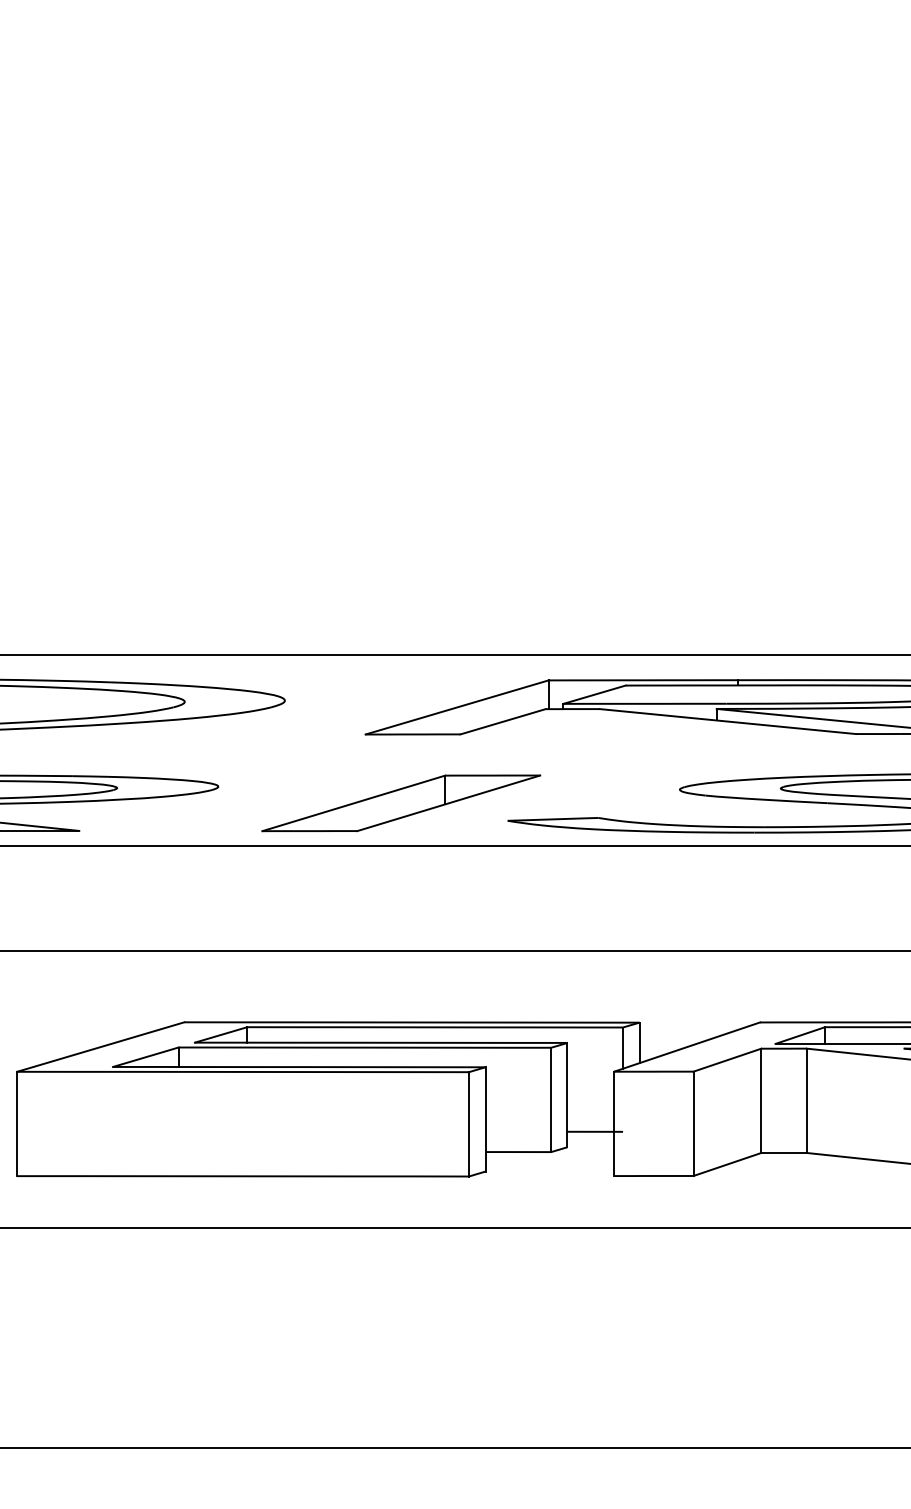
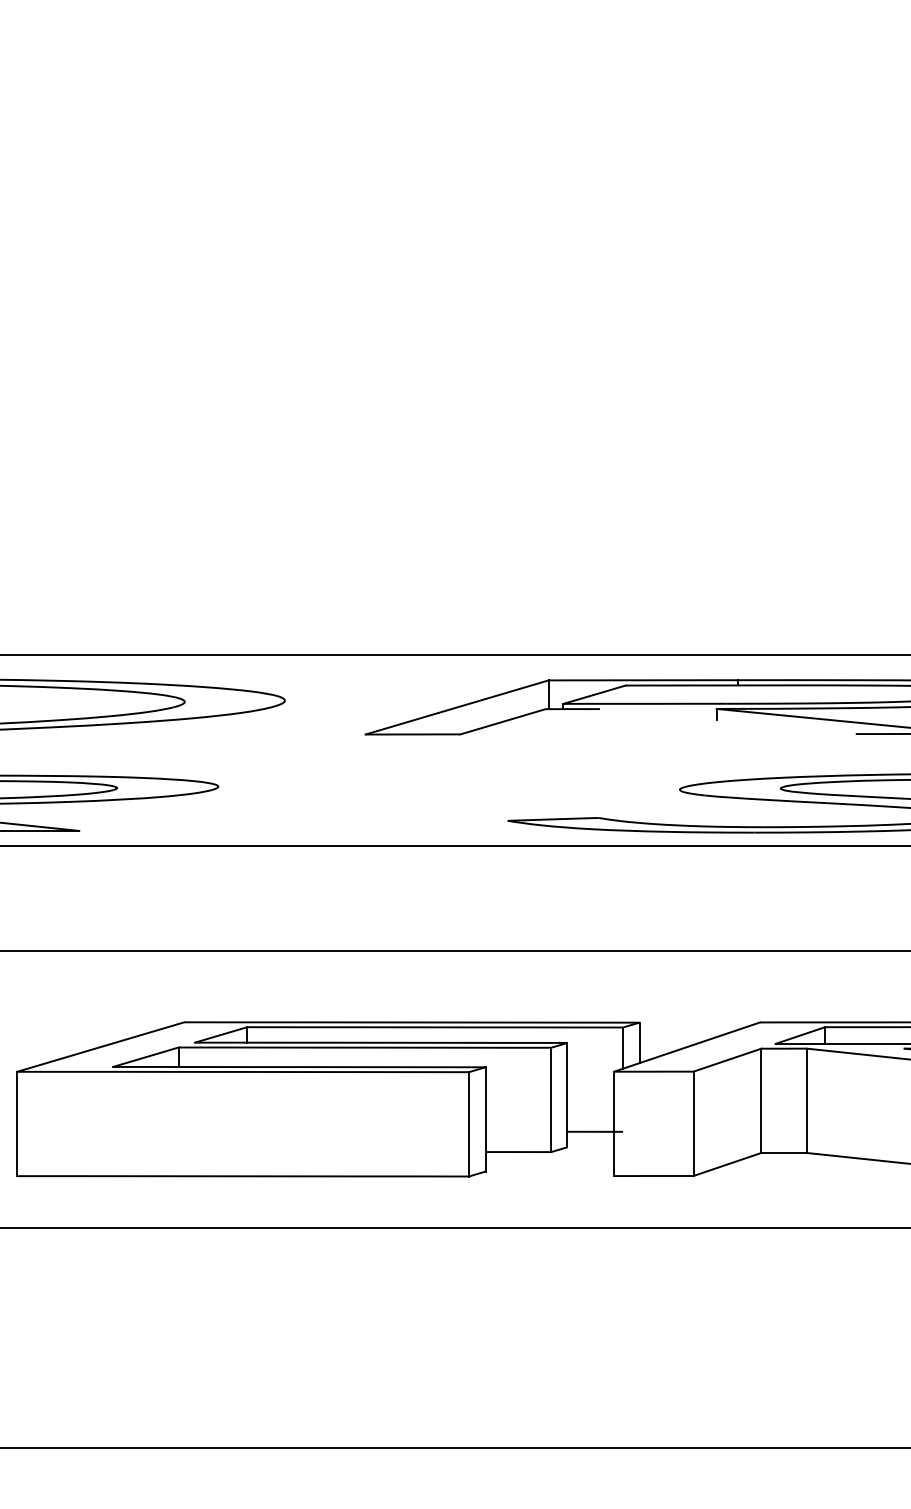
line at (727, 721): present -> none
part at (401, 803): present -> none
